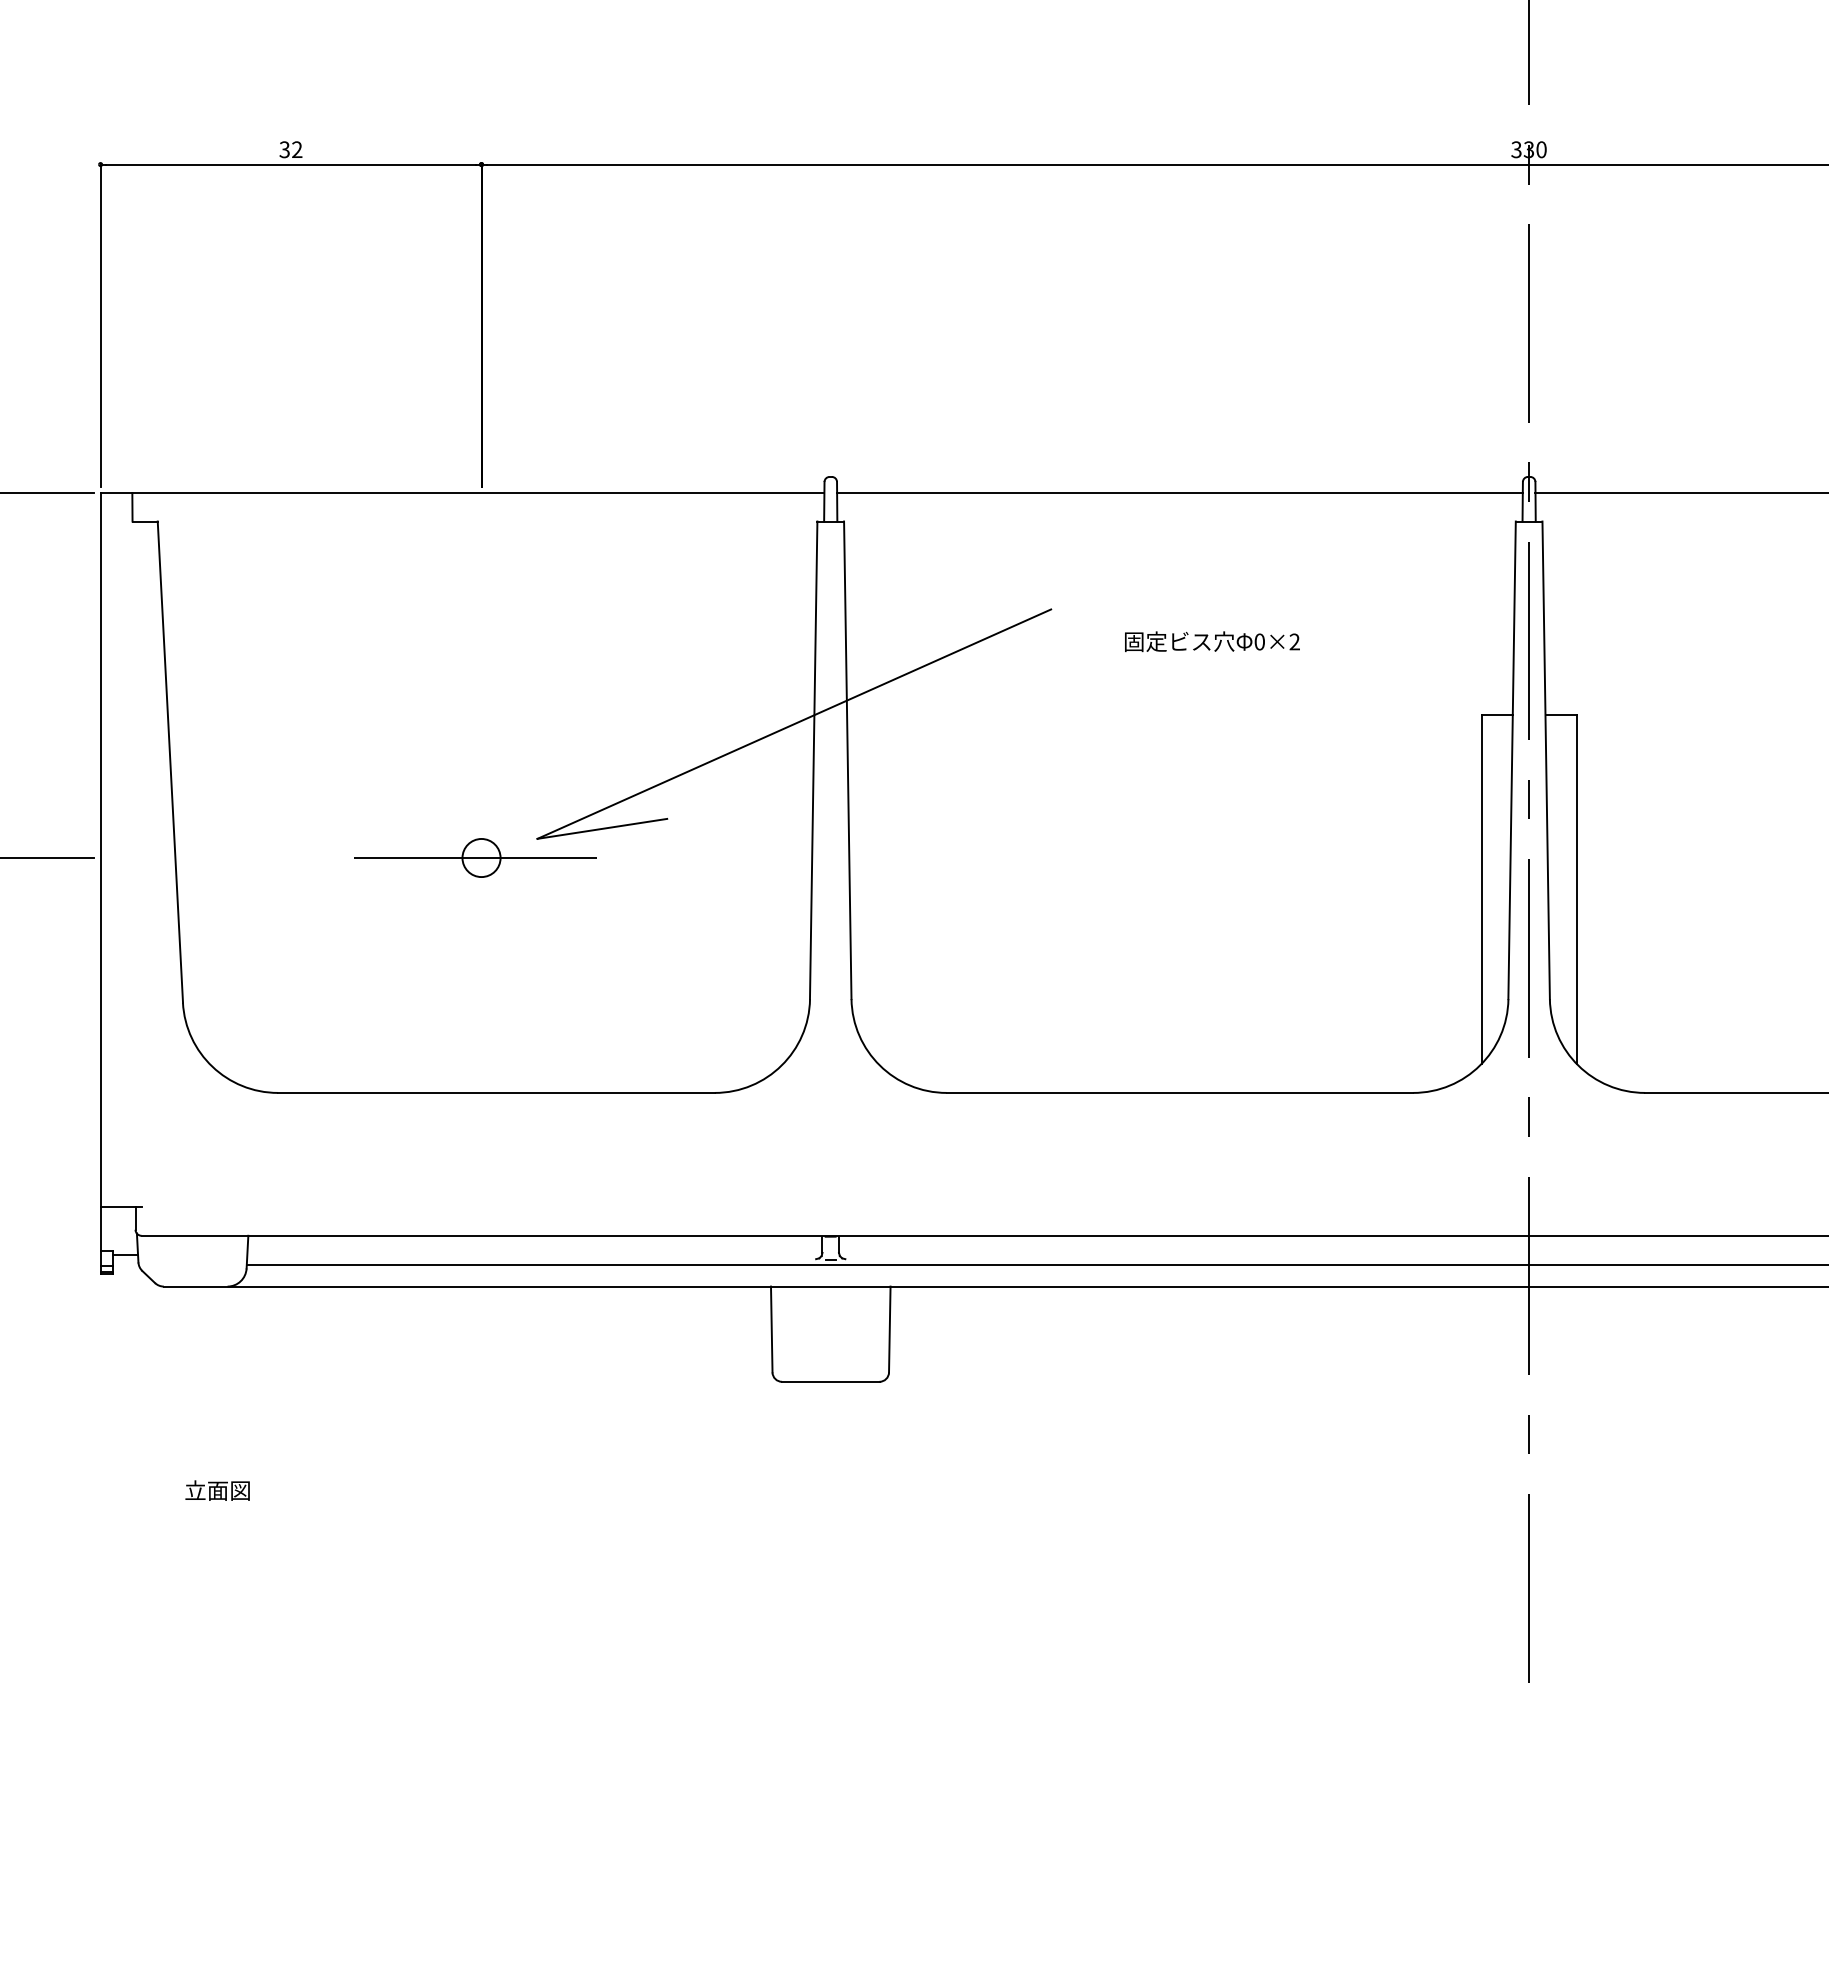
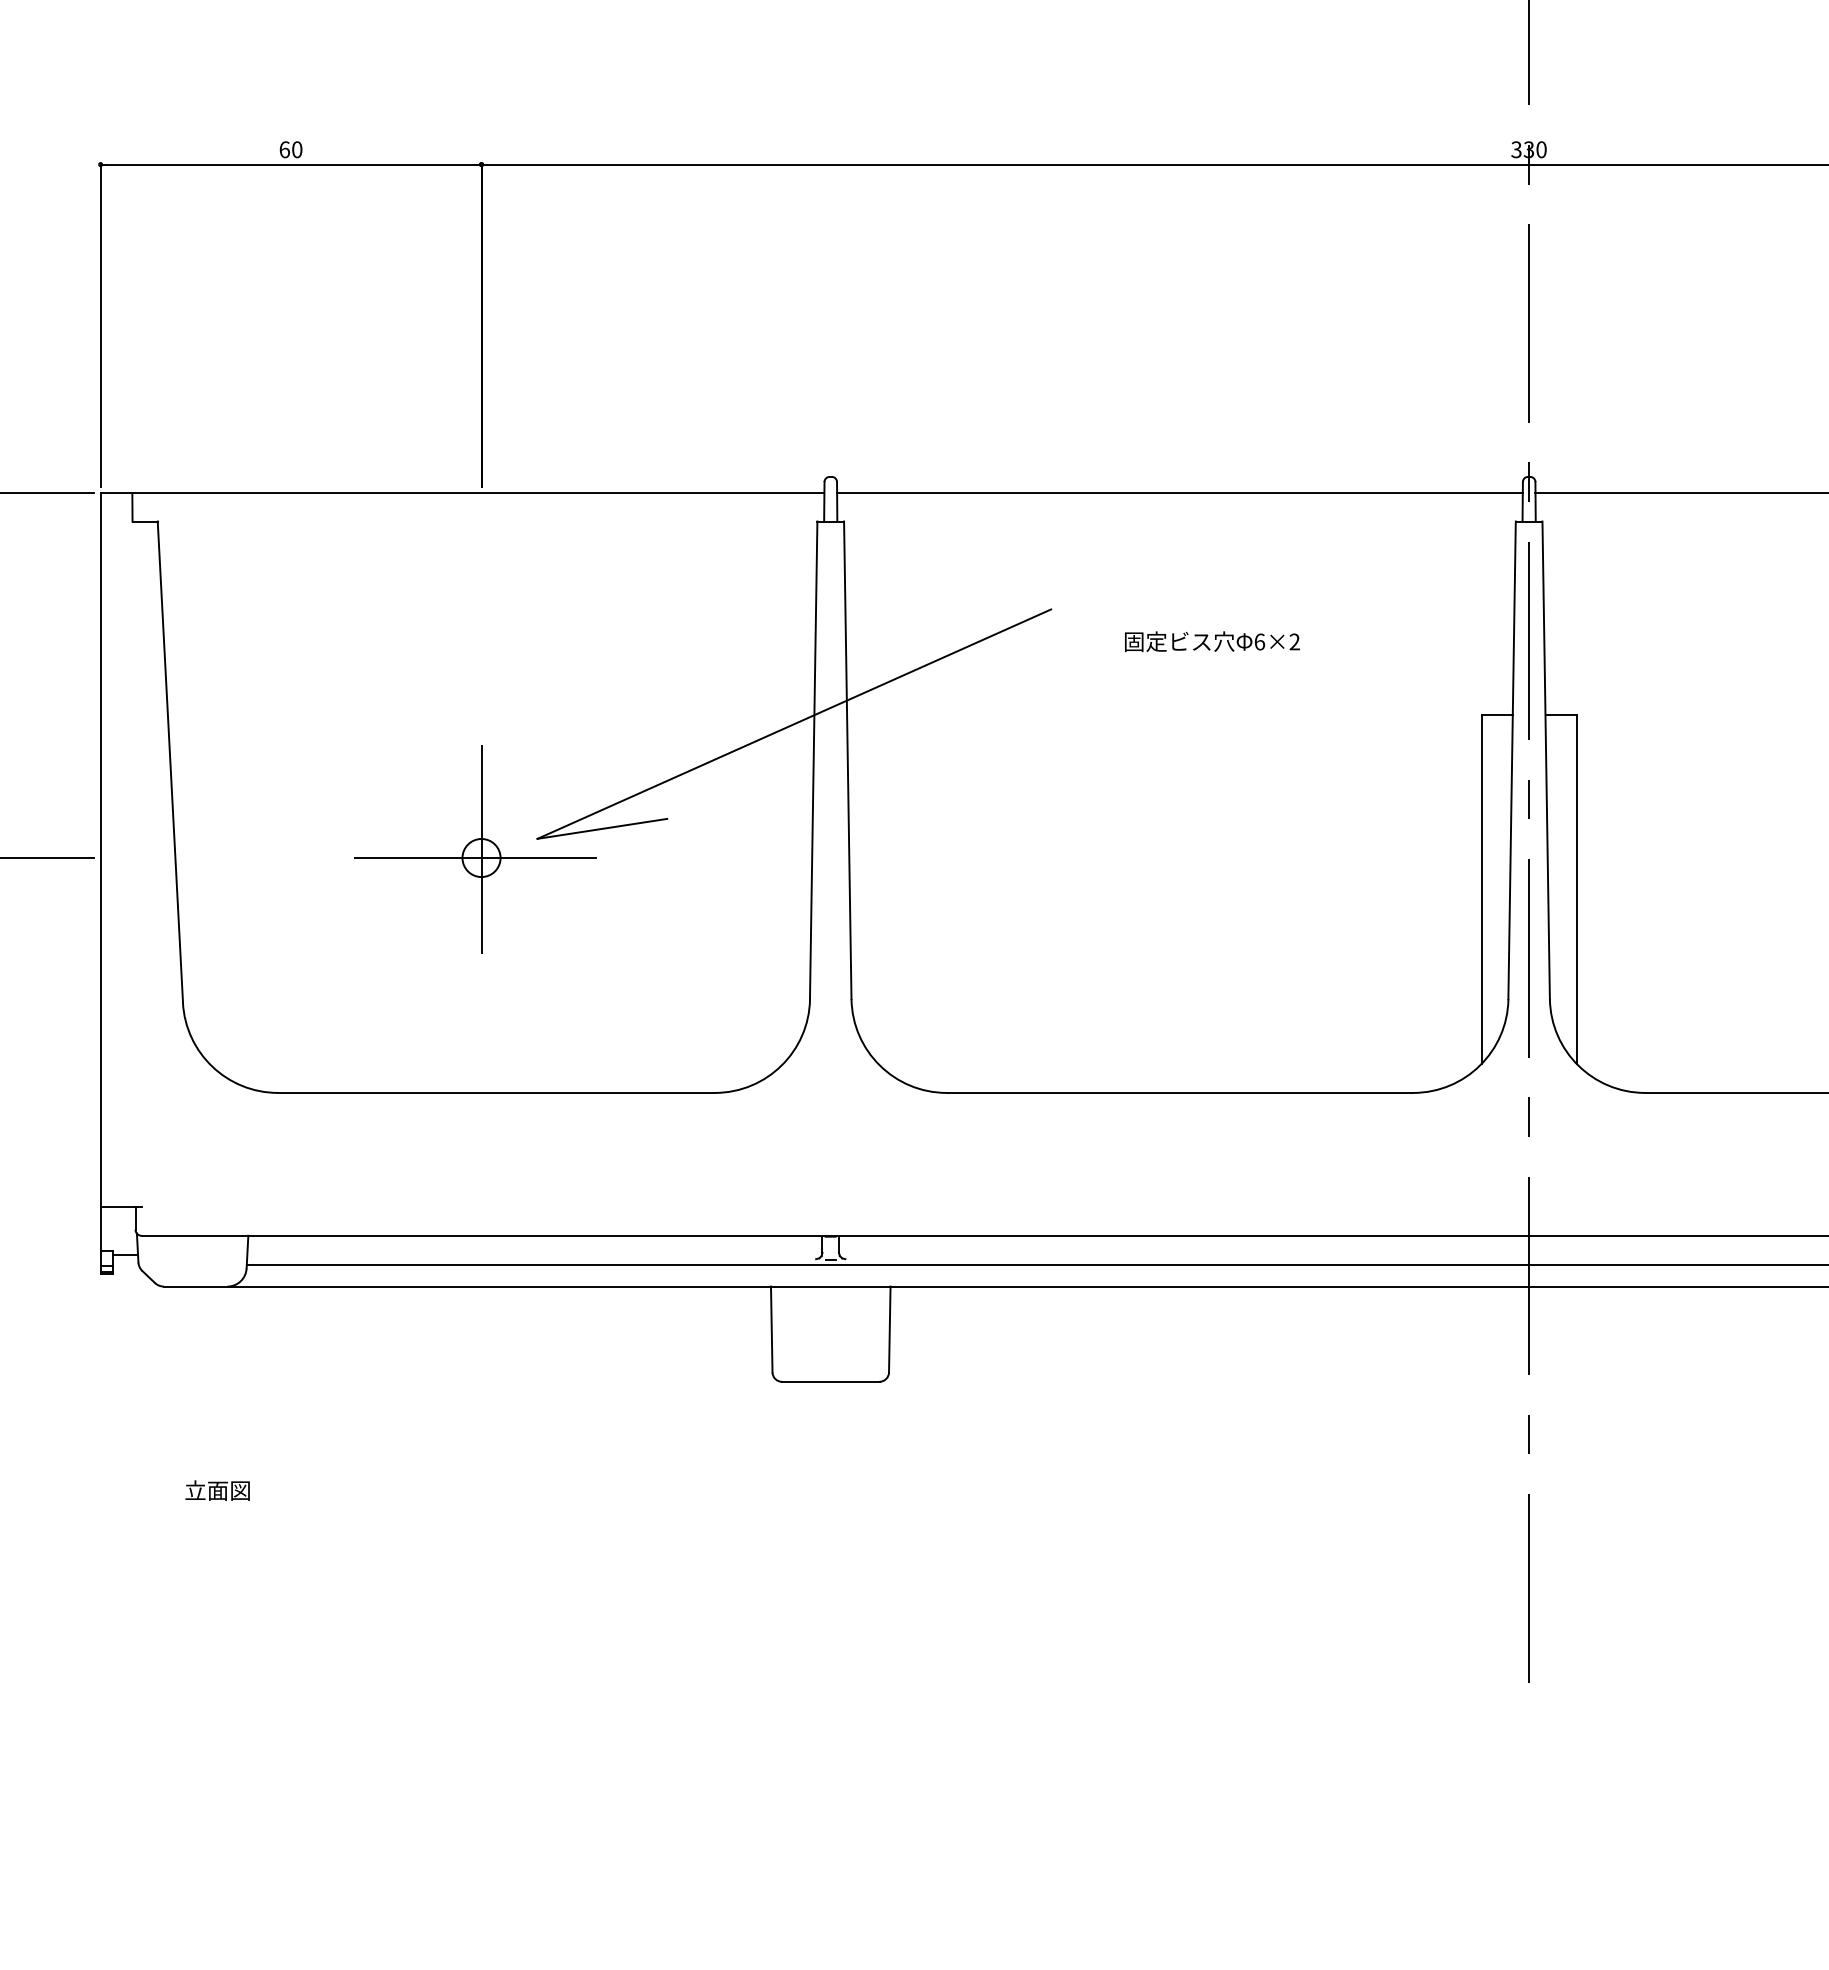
text at (290, 149): 32 -> 60
text at (1259, 641): 0×2 -> 6×2
line at (481, 849): none -> present
